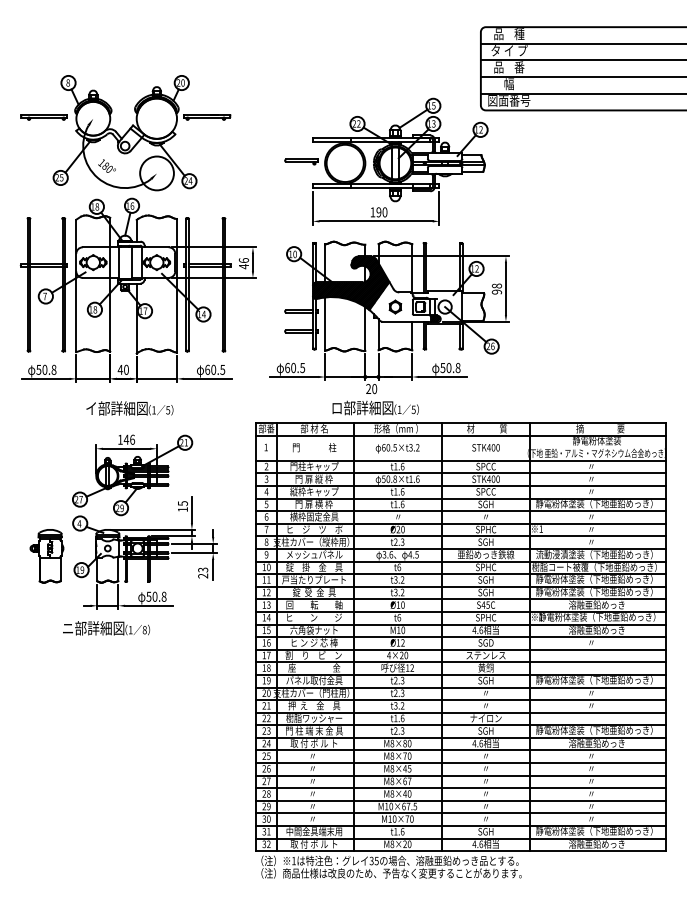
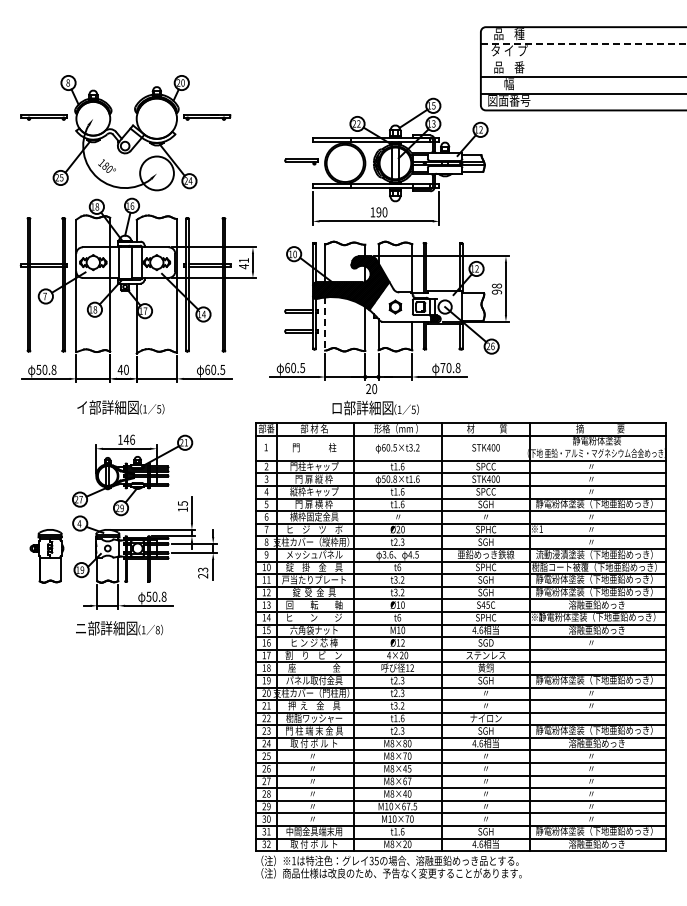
line at (583, 43): solid -> dashed
line at (581, 60): present -> none
text at (243, 260): 46 -> 41
line at (325, 324): solid -> dashed
text at (442, 368): 50.8 -> 70.8
text at (129, 408) position: (129, 408) -> (120, 407)
text at (106, 628) position: (106, 628) -> (119, 628)
